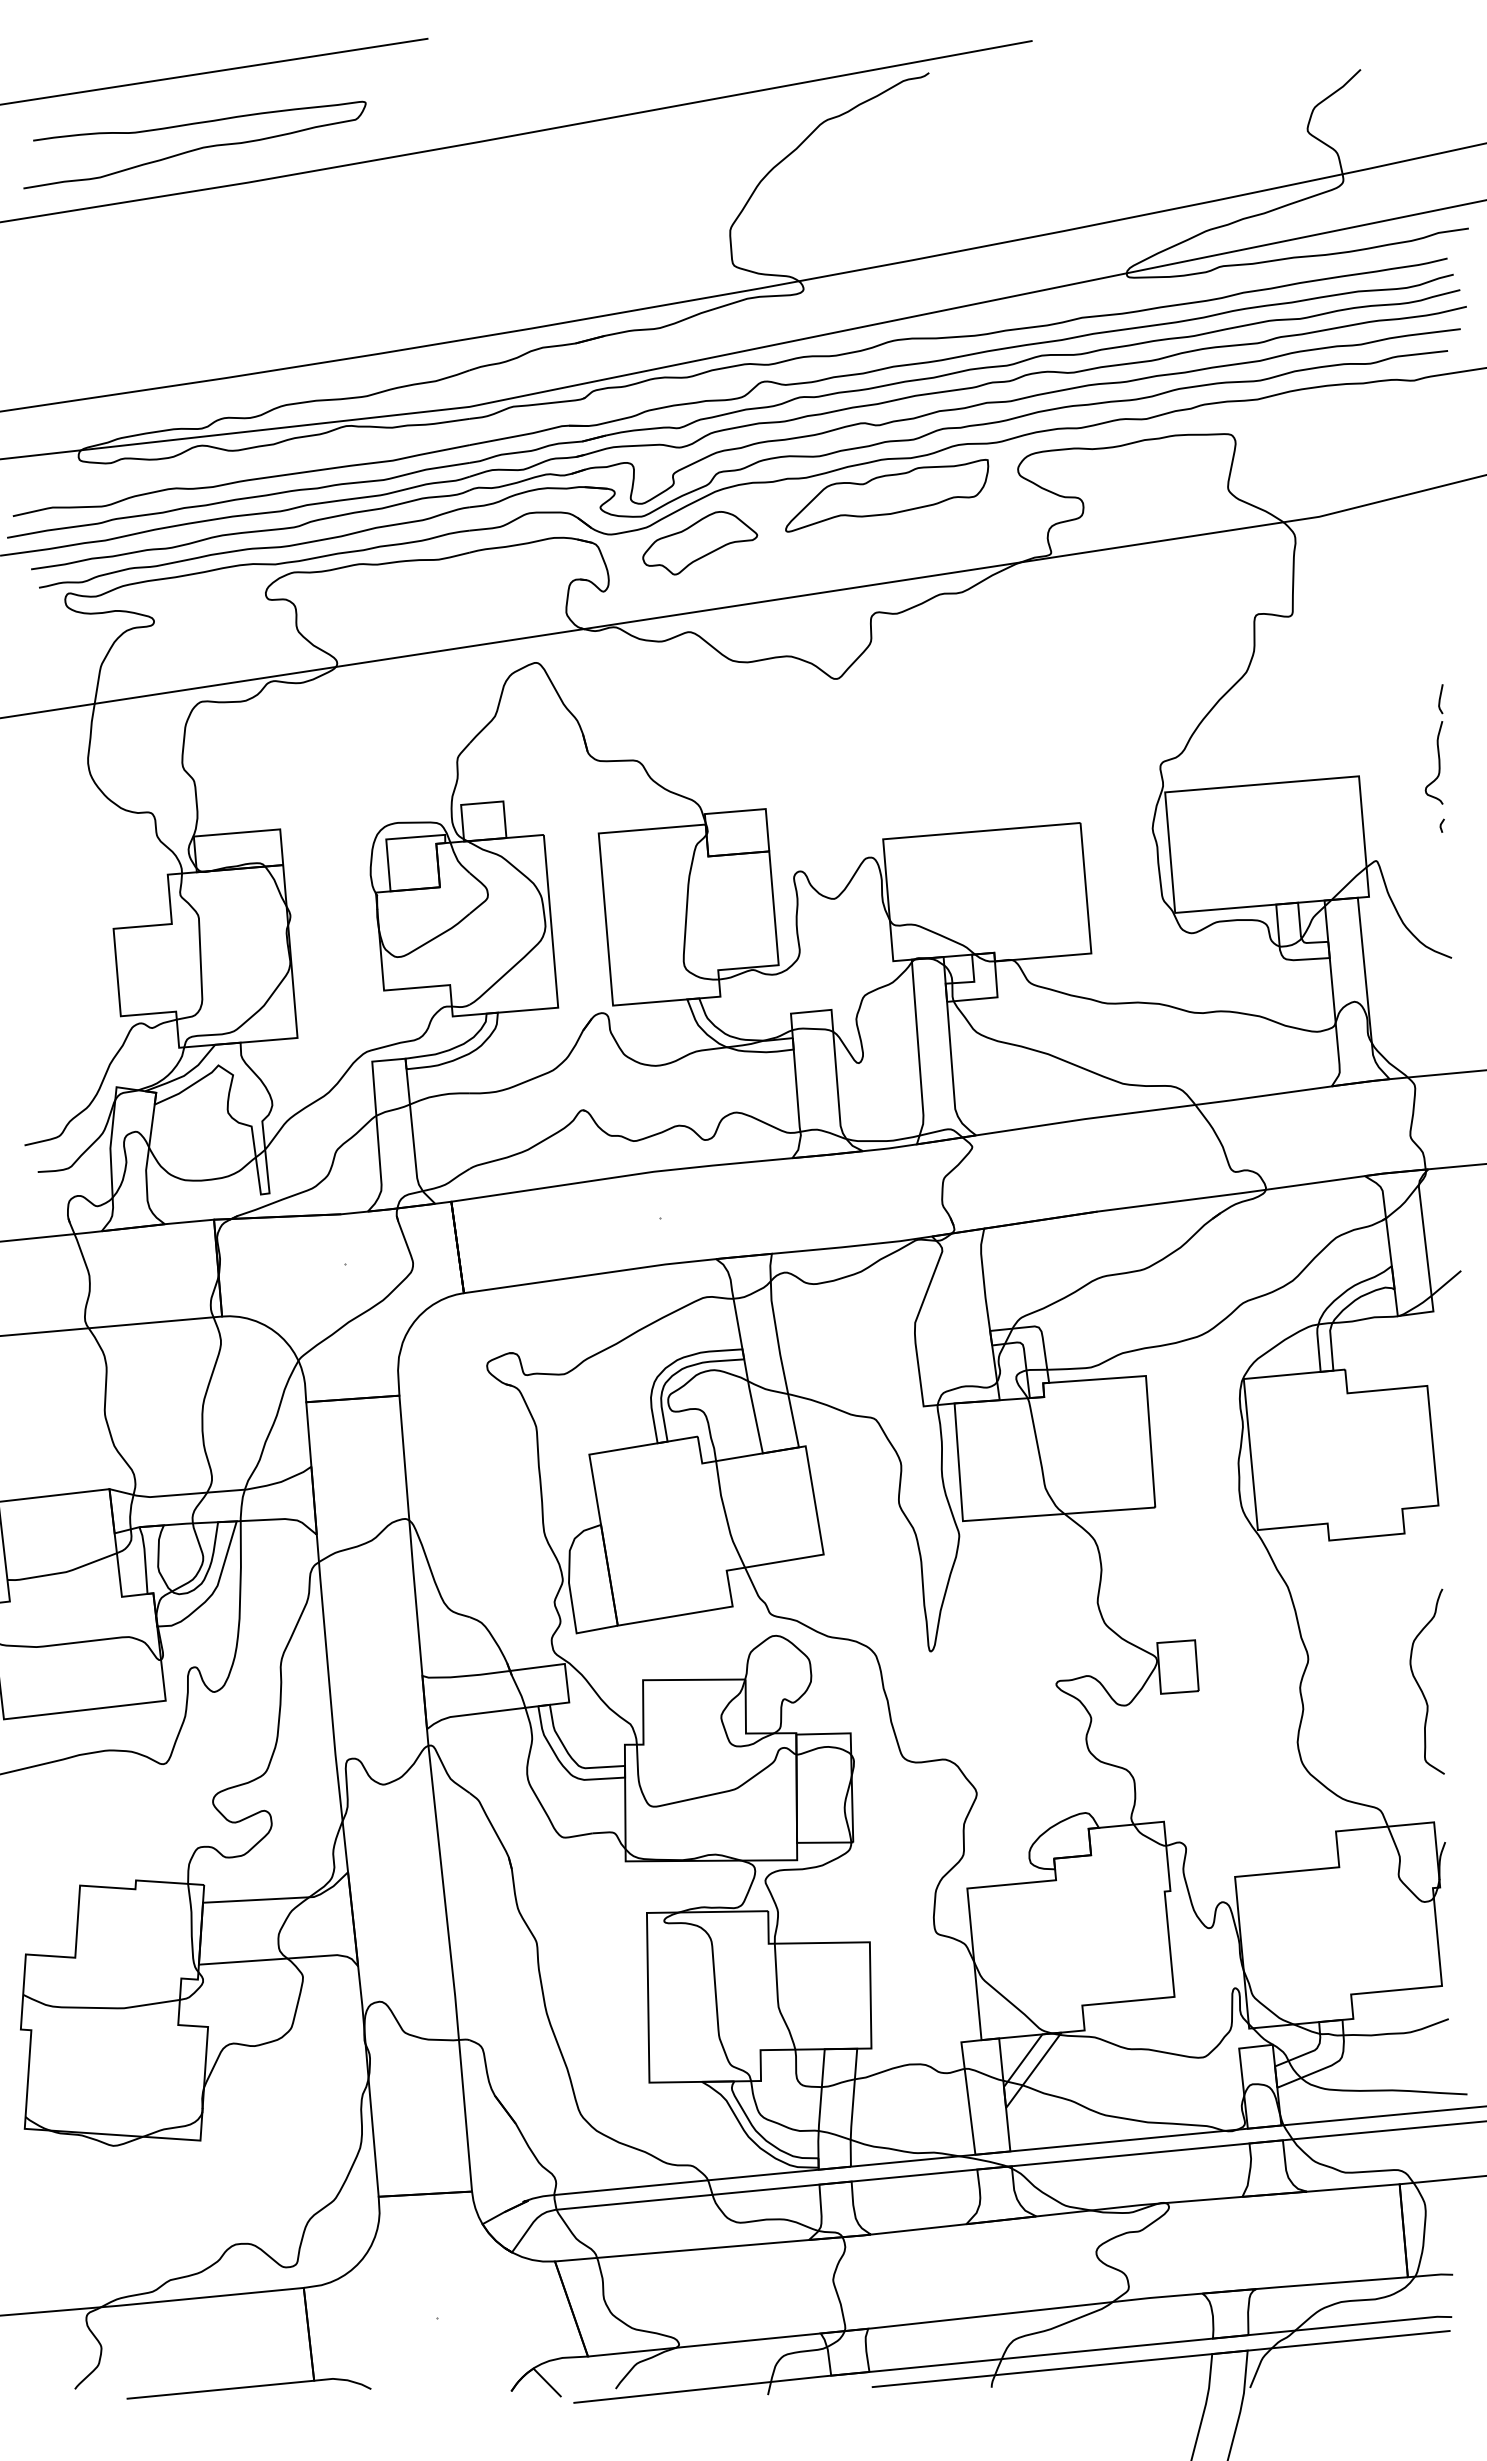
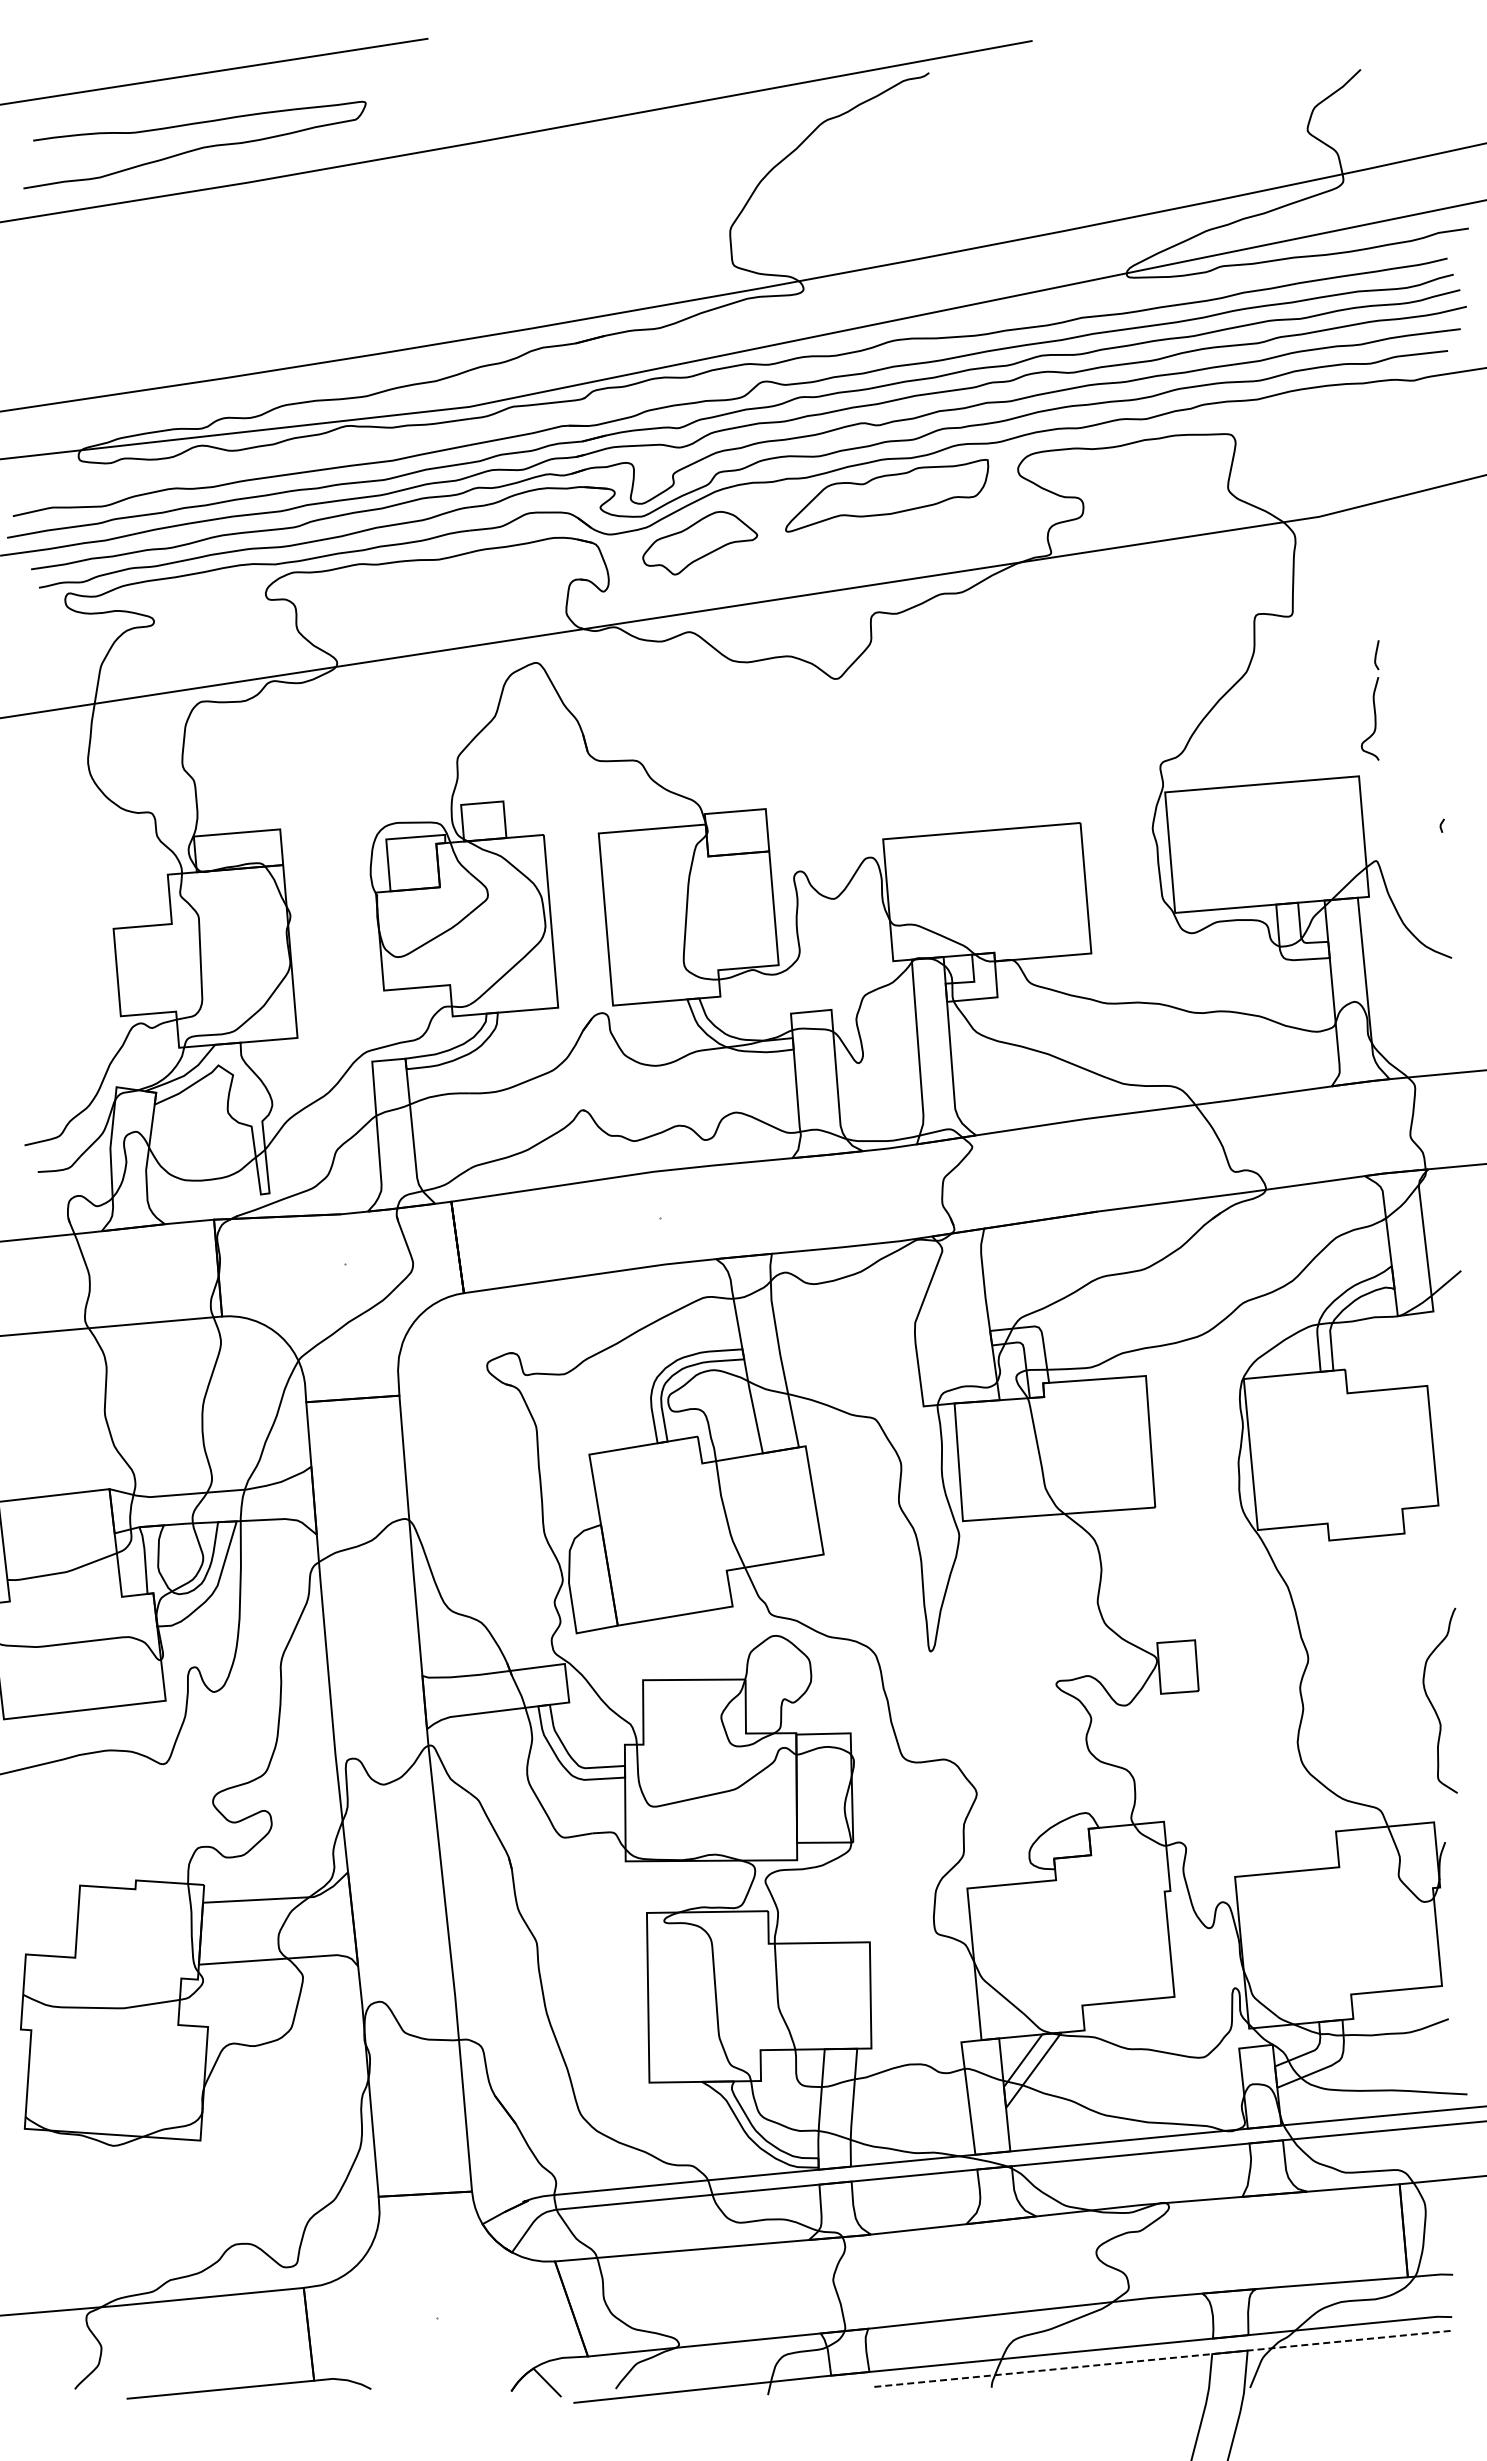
part at (1433, 744) position: (1433, 744) -> (1369, 700)
curve at (1419, 1684) position: (1419, 1684) -> (1432, 1703)
line at (1161, 2359): solid -> dashed
